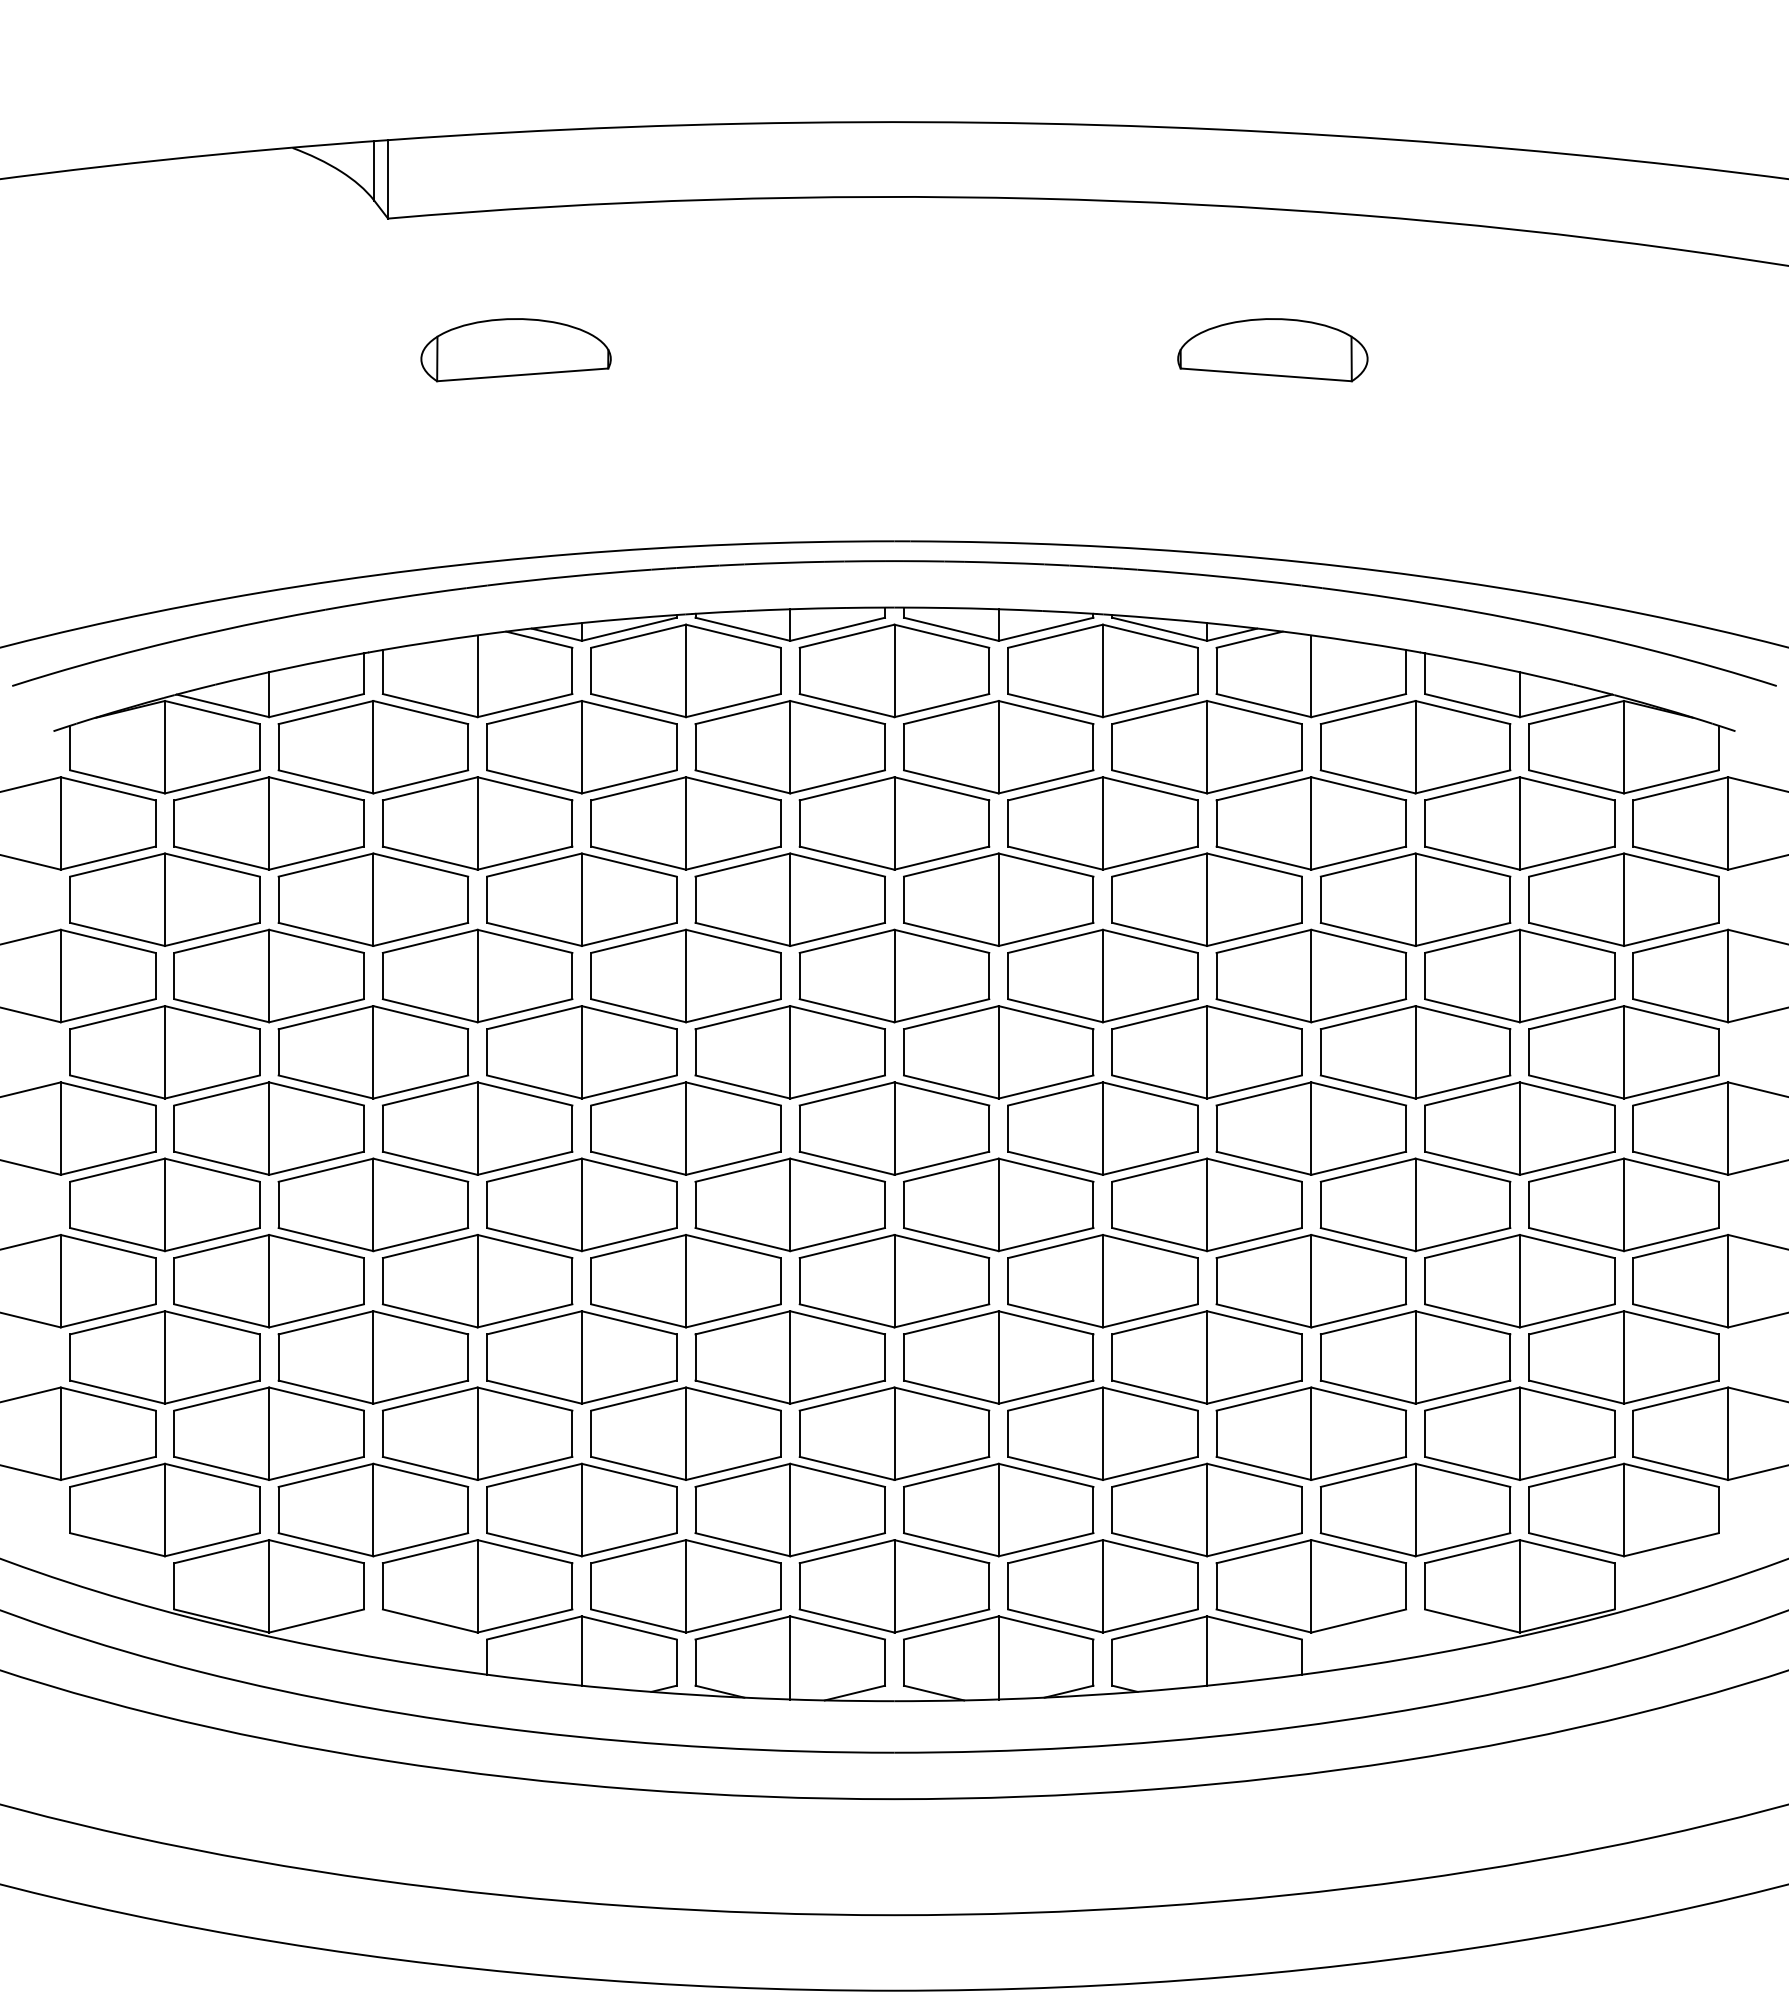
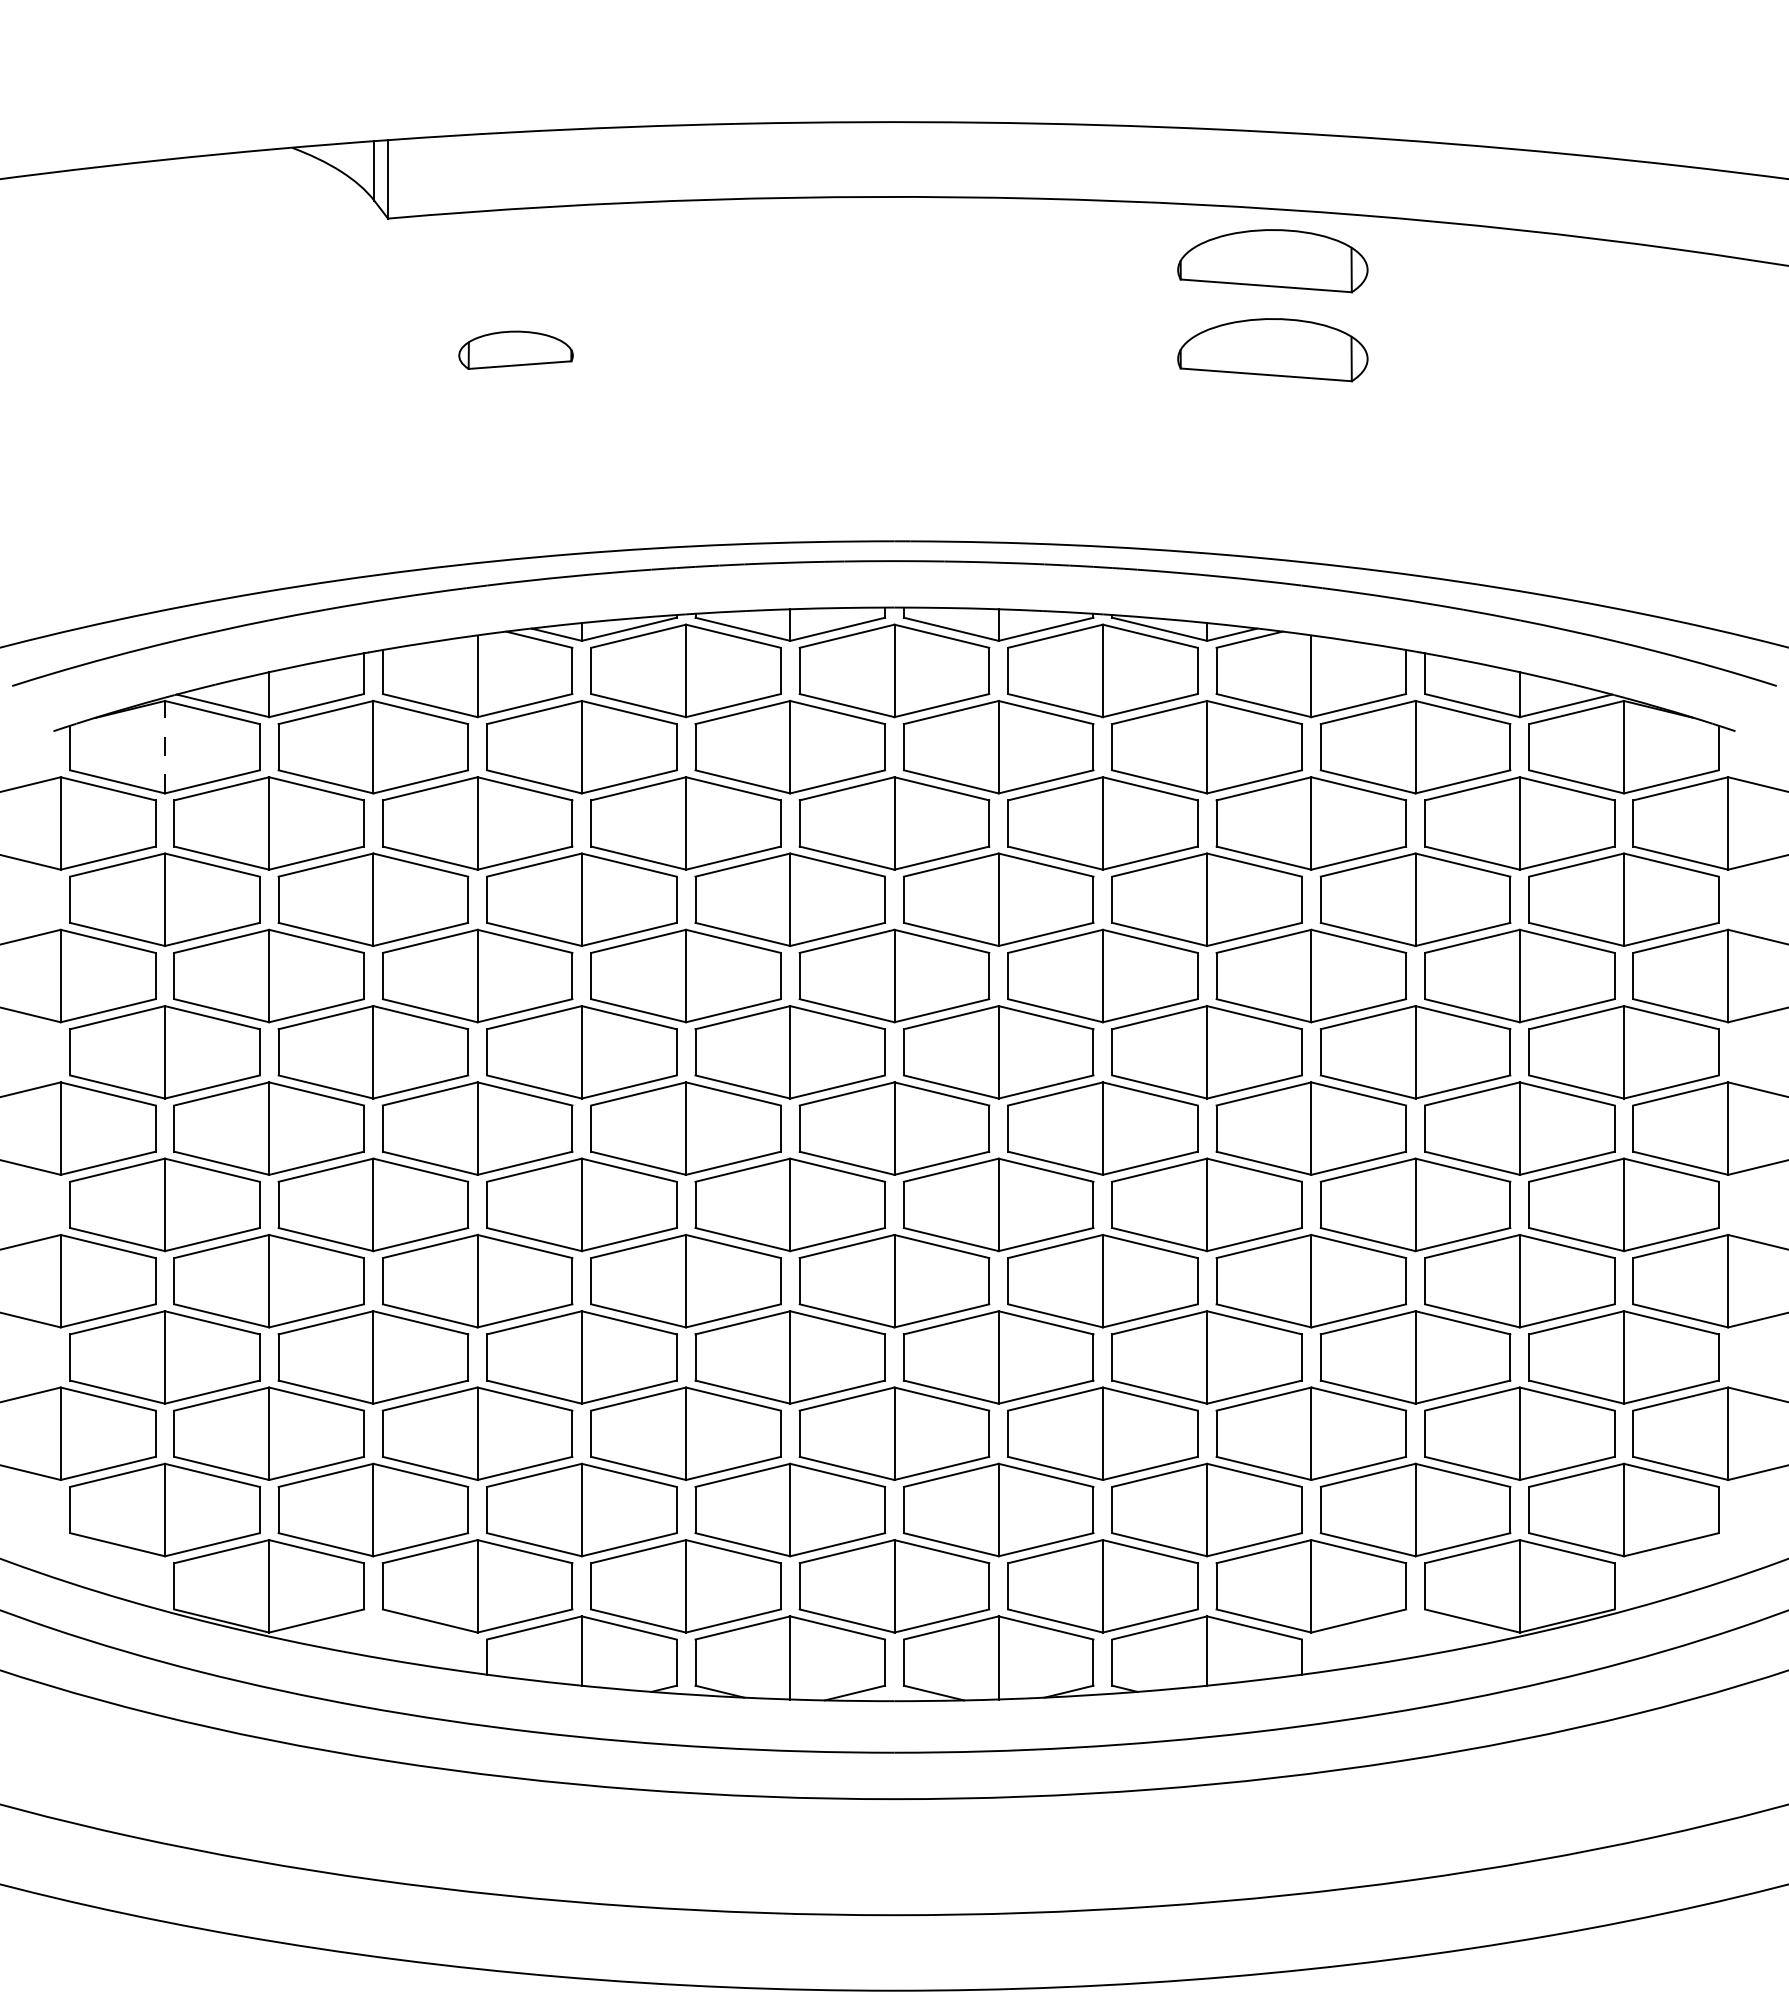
part at (1272, 261): none -> present
part at (515, 350) size: 192x65 px -> 116x40 px
line at (164, 746): solid -> dashed
